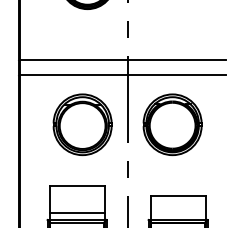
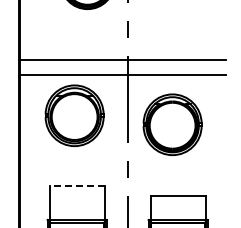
part at (82, 124) position: (82, 124) -> (74, 115)
line at (77, 185): solid -> dashed
line at (76, 213): present -> none
